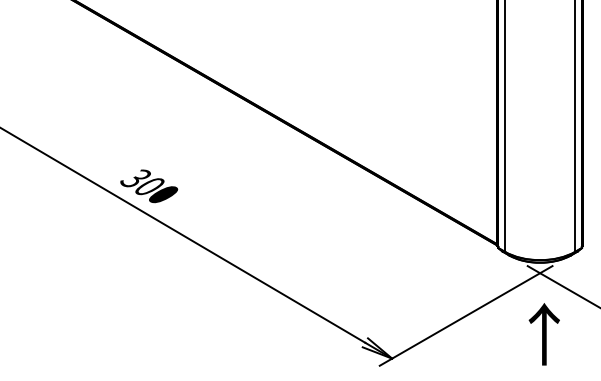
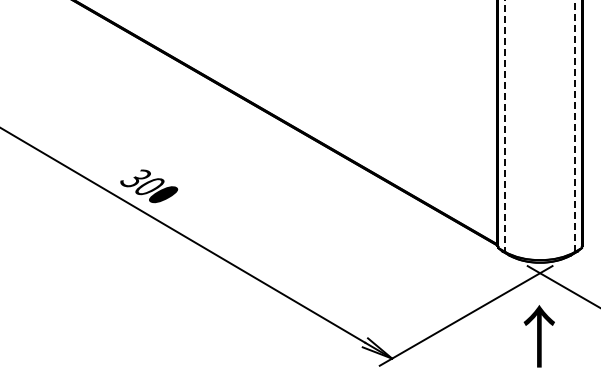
line at (504, 125): solid -> dashed
line at (575, 125): solid -> dashed
text at (543, 334) position: (543, 334) -> (538, 336)
